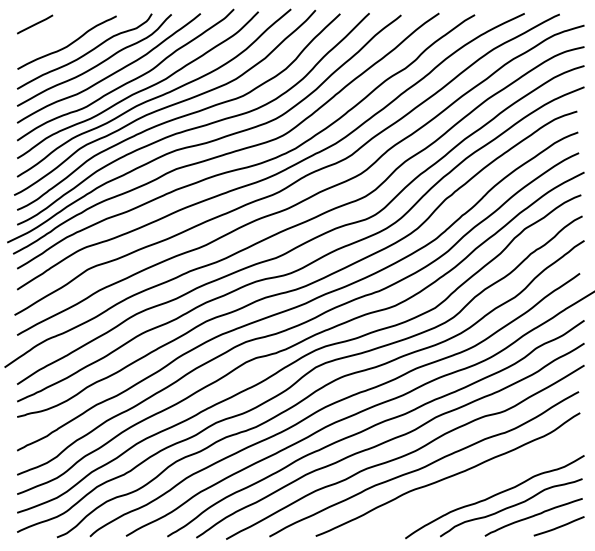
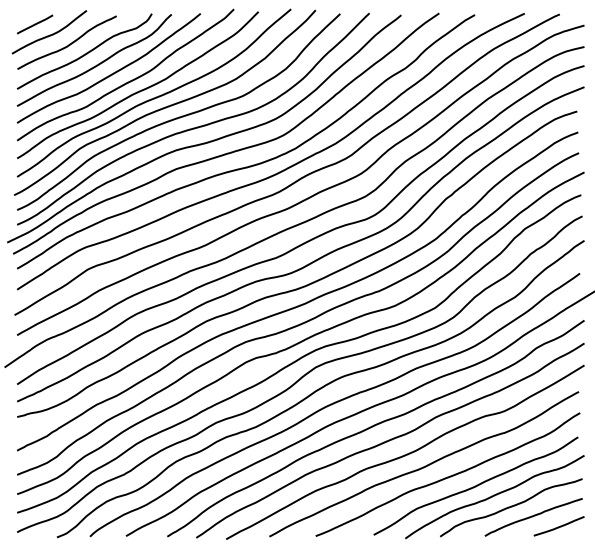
curve at (49, 34): none -> present
curve at (475, 485): none -> present
